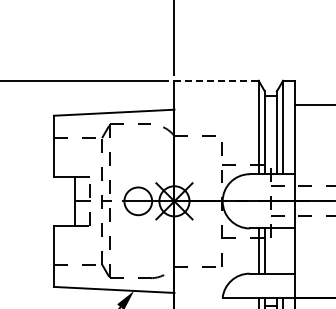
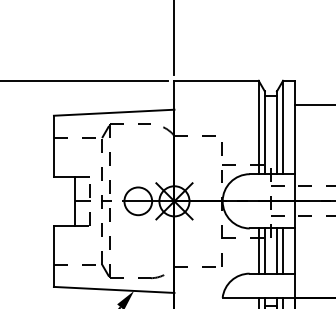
line at (217, 80): dashed -> solid
line at (276, 250): none -> present
line at (283, 250): none -> present
